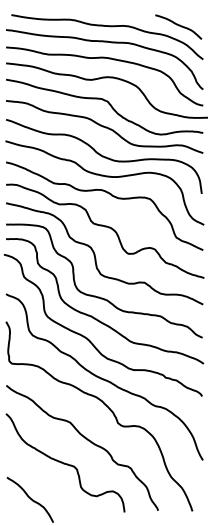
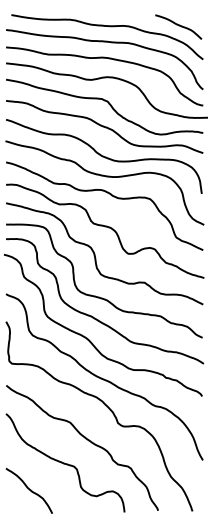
curve at (29, 498) position: (29, 498) -> (28, 489)
